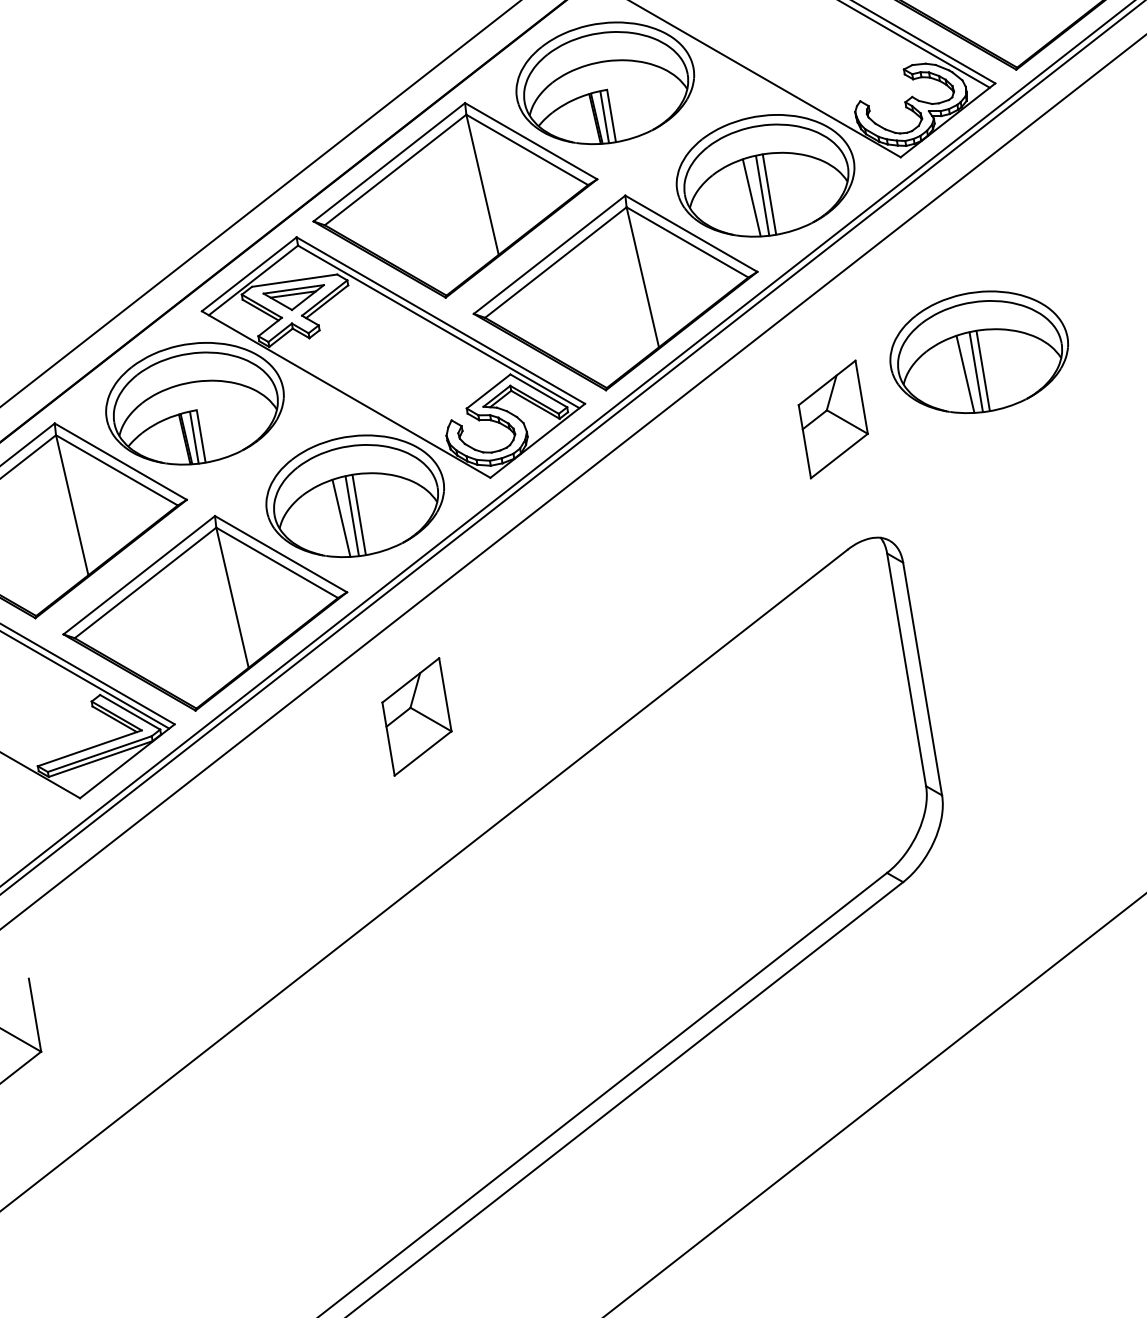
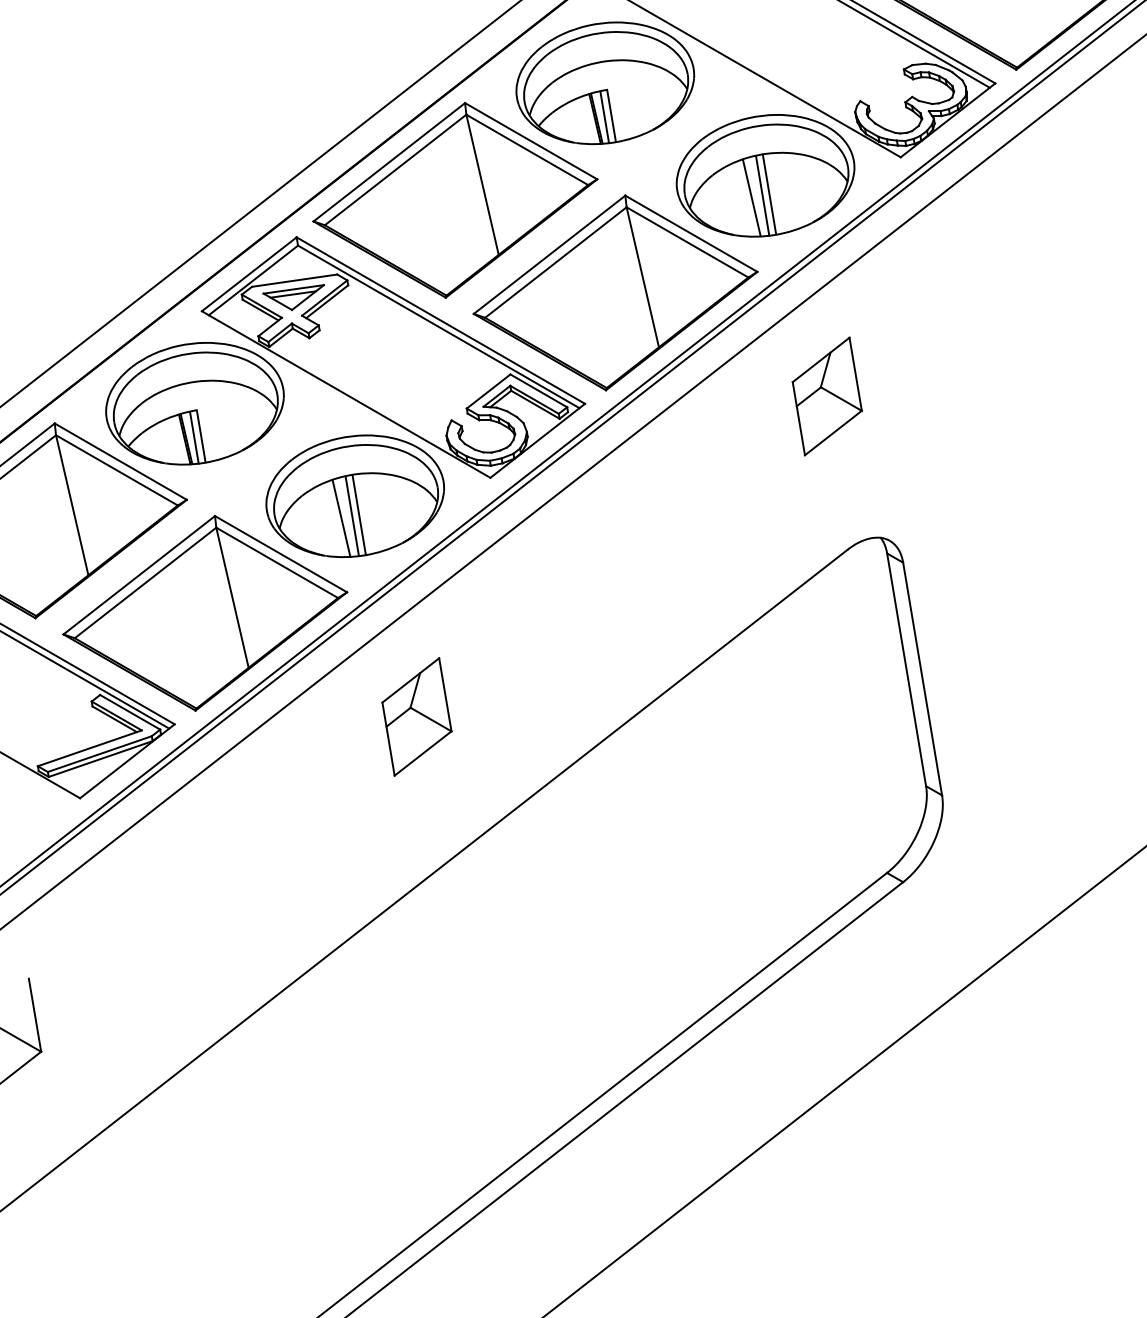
part at (978, 351): present -> none
part at (832, 419) position: (832, 419) -> (826, 396)
line at (875, 1104) position: (875, 1104) -> (844, 1081)
